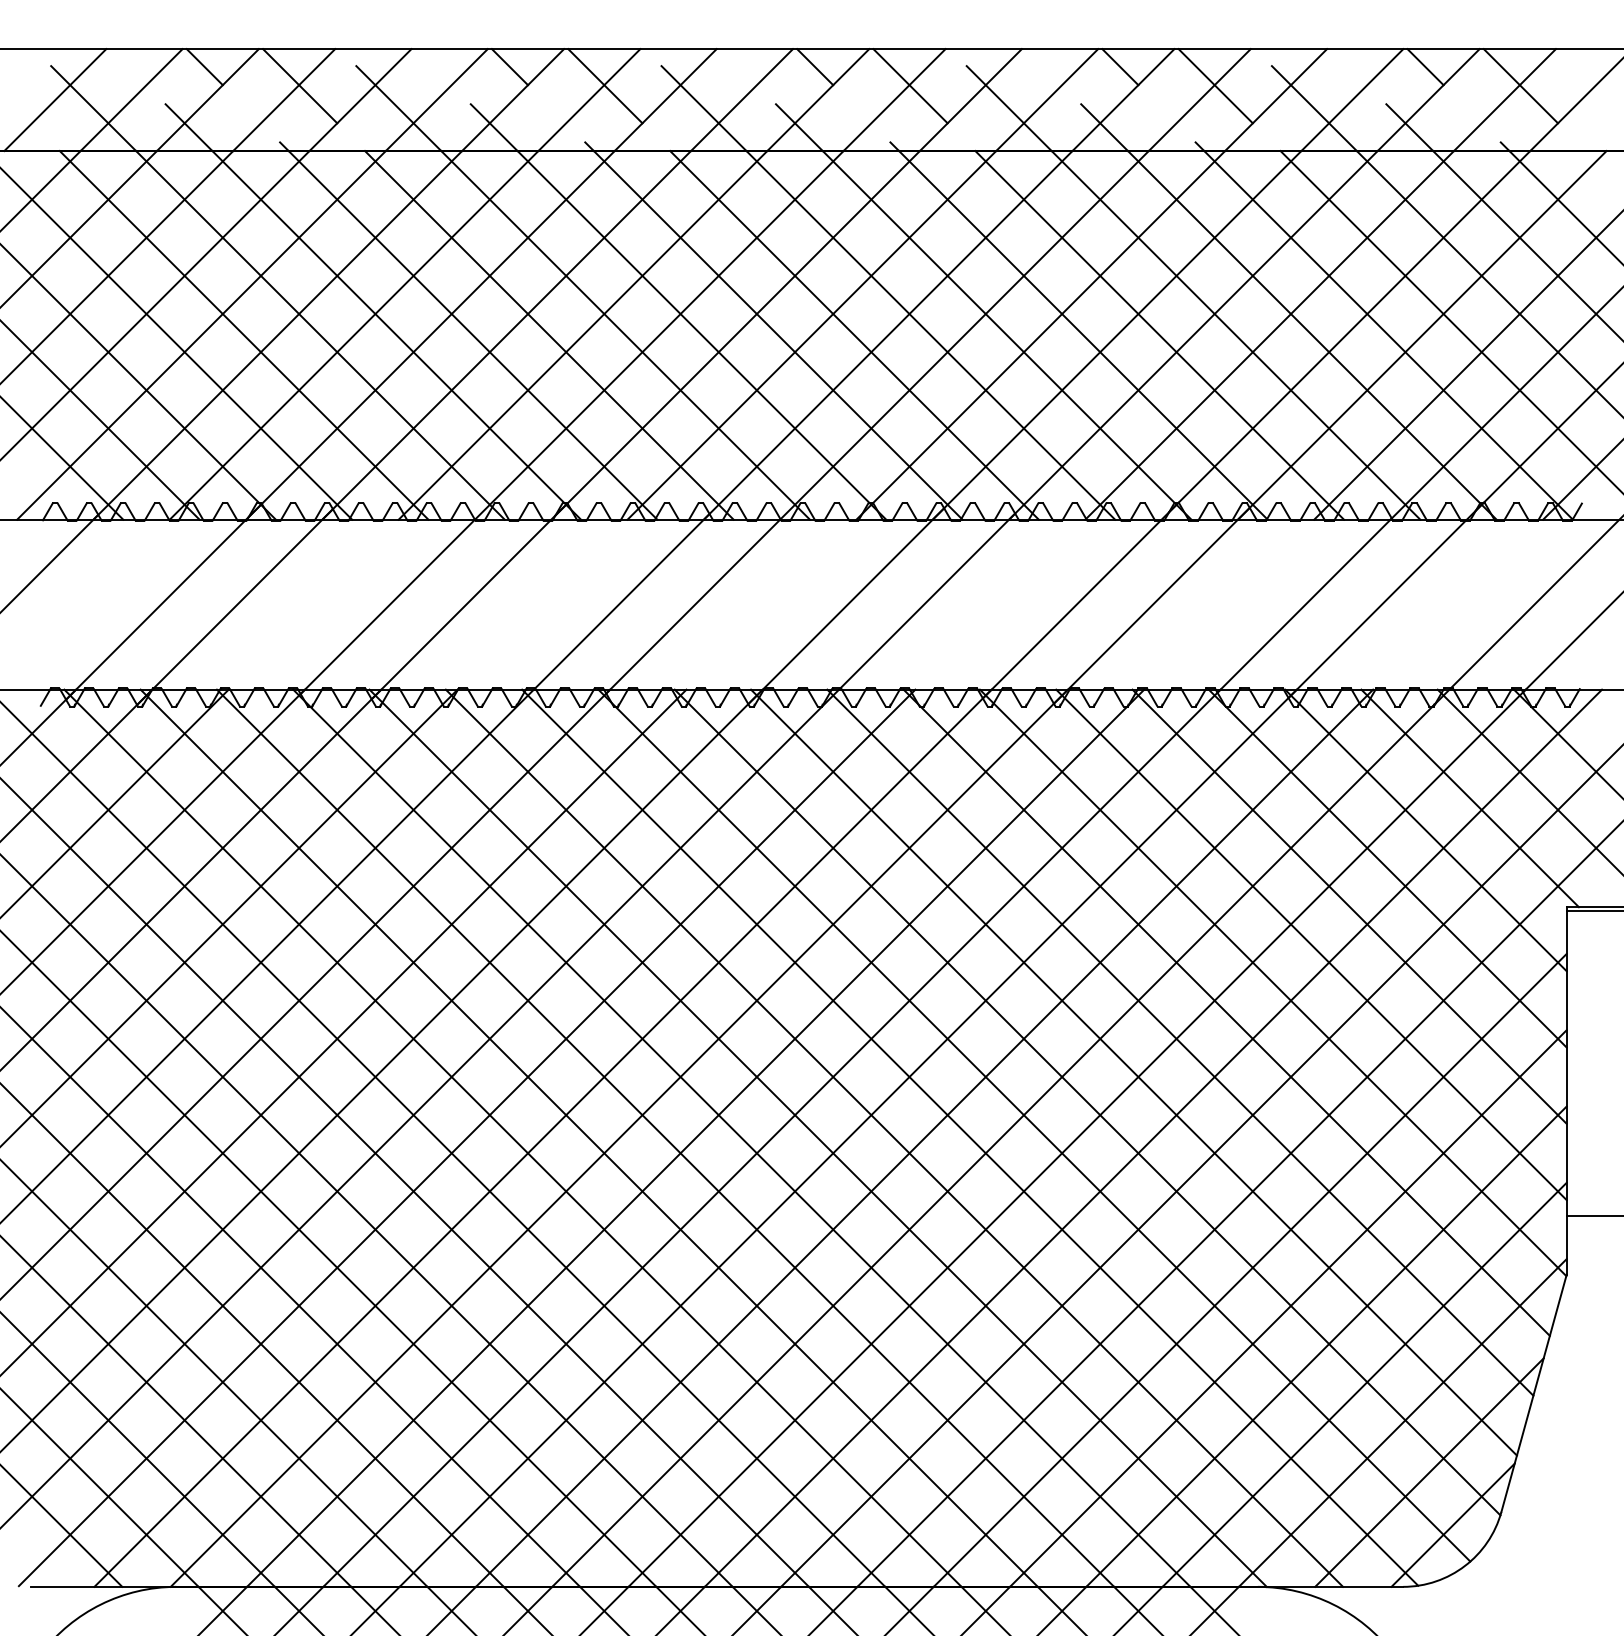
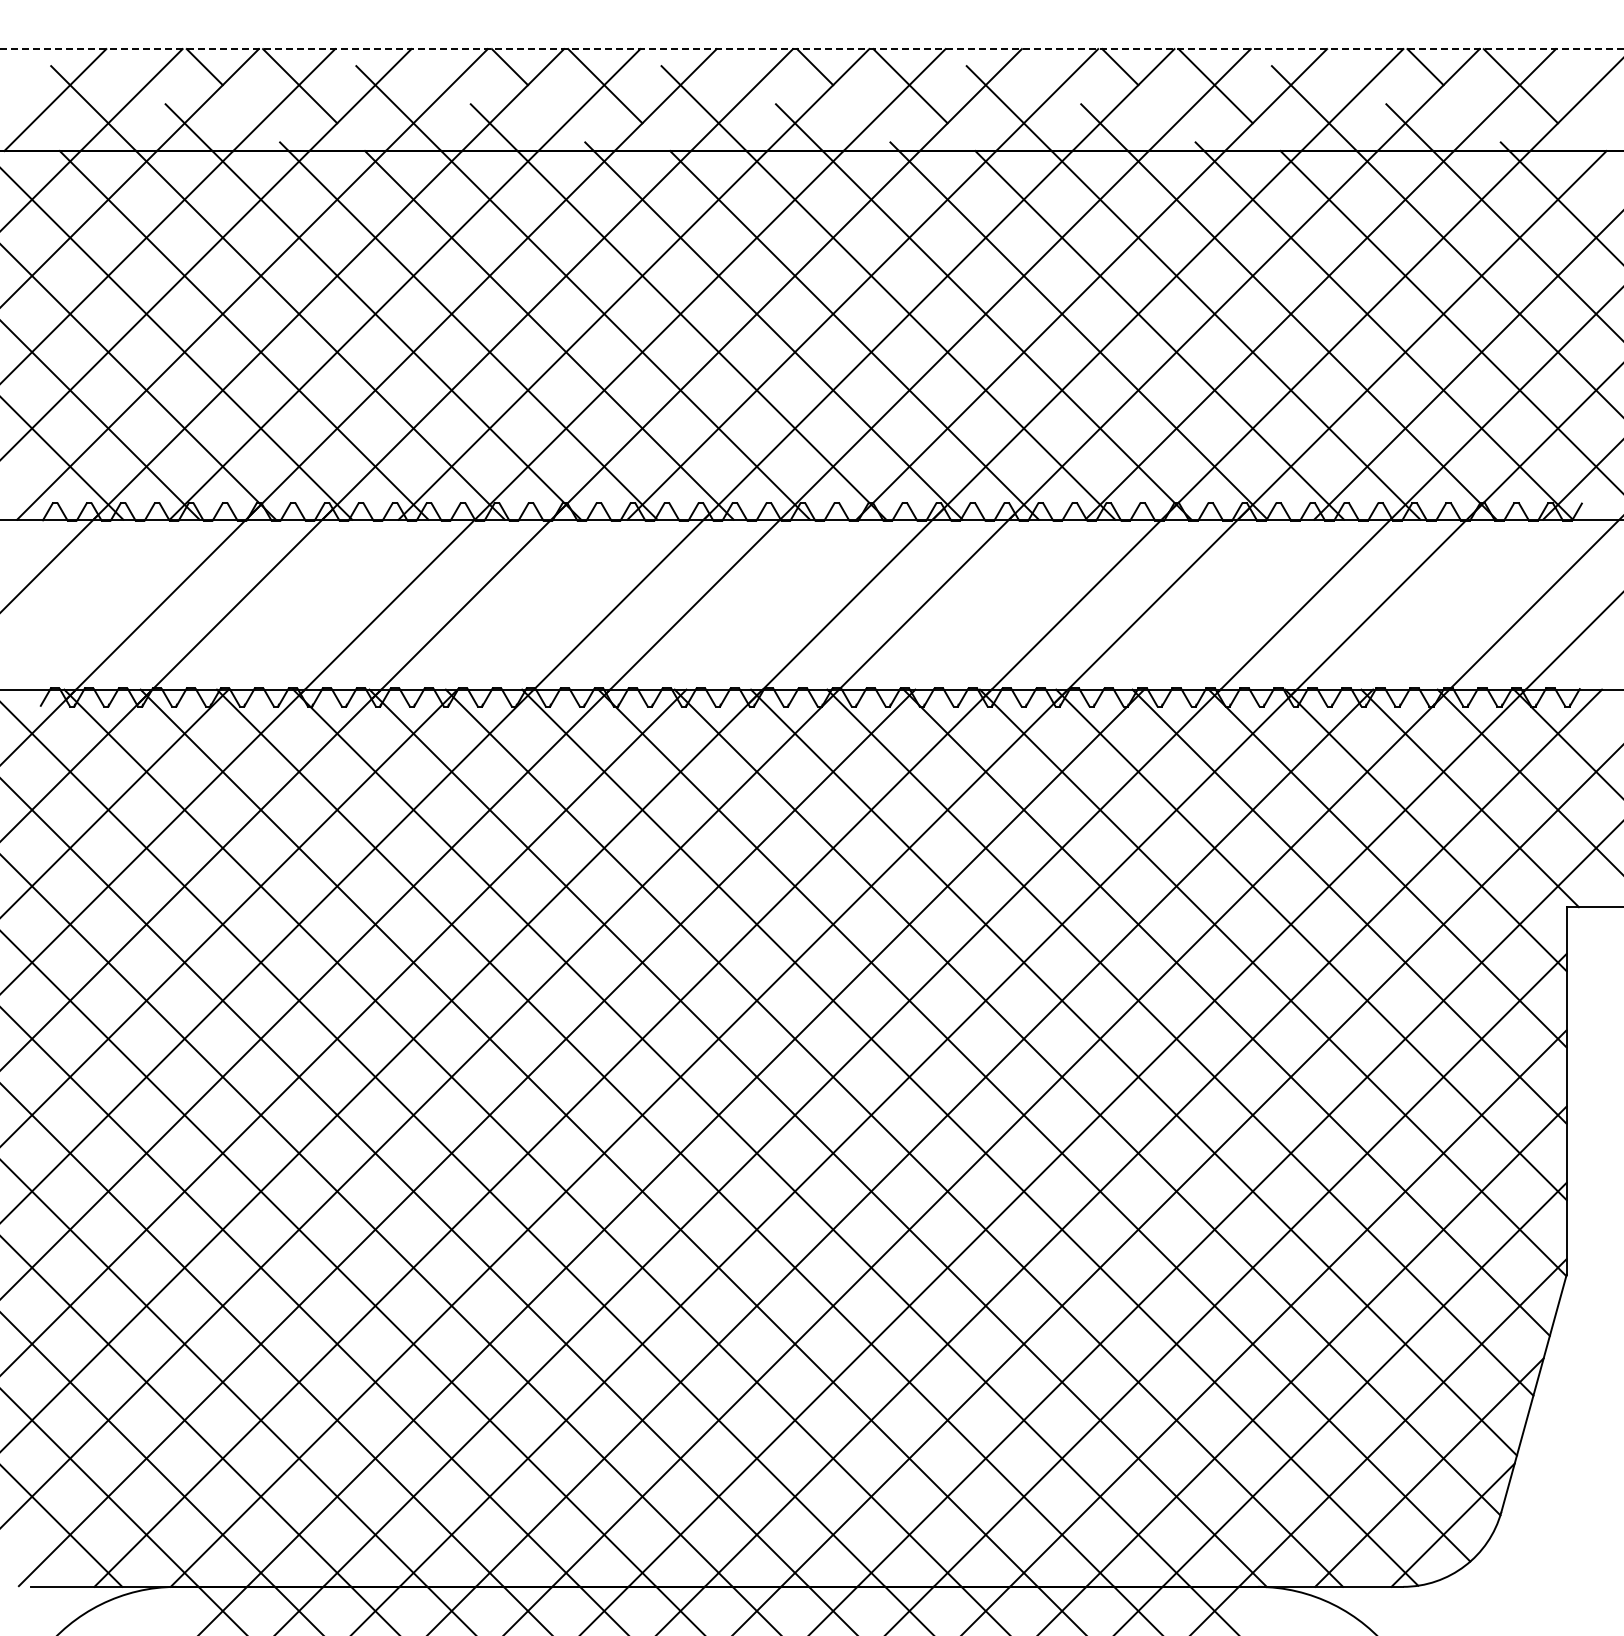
line at (811, 49): solid -> dashed
line at (1593, 910): present -> none
line at (1593, 1216): present -> none
